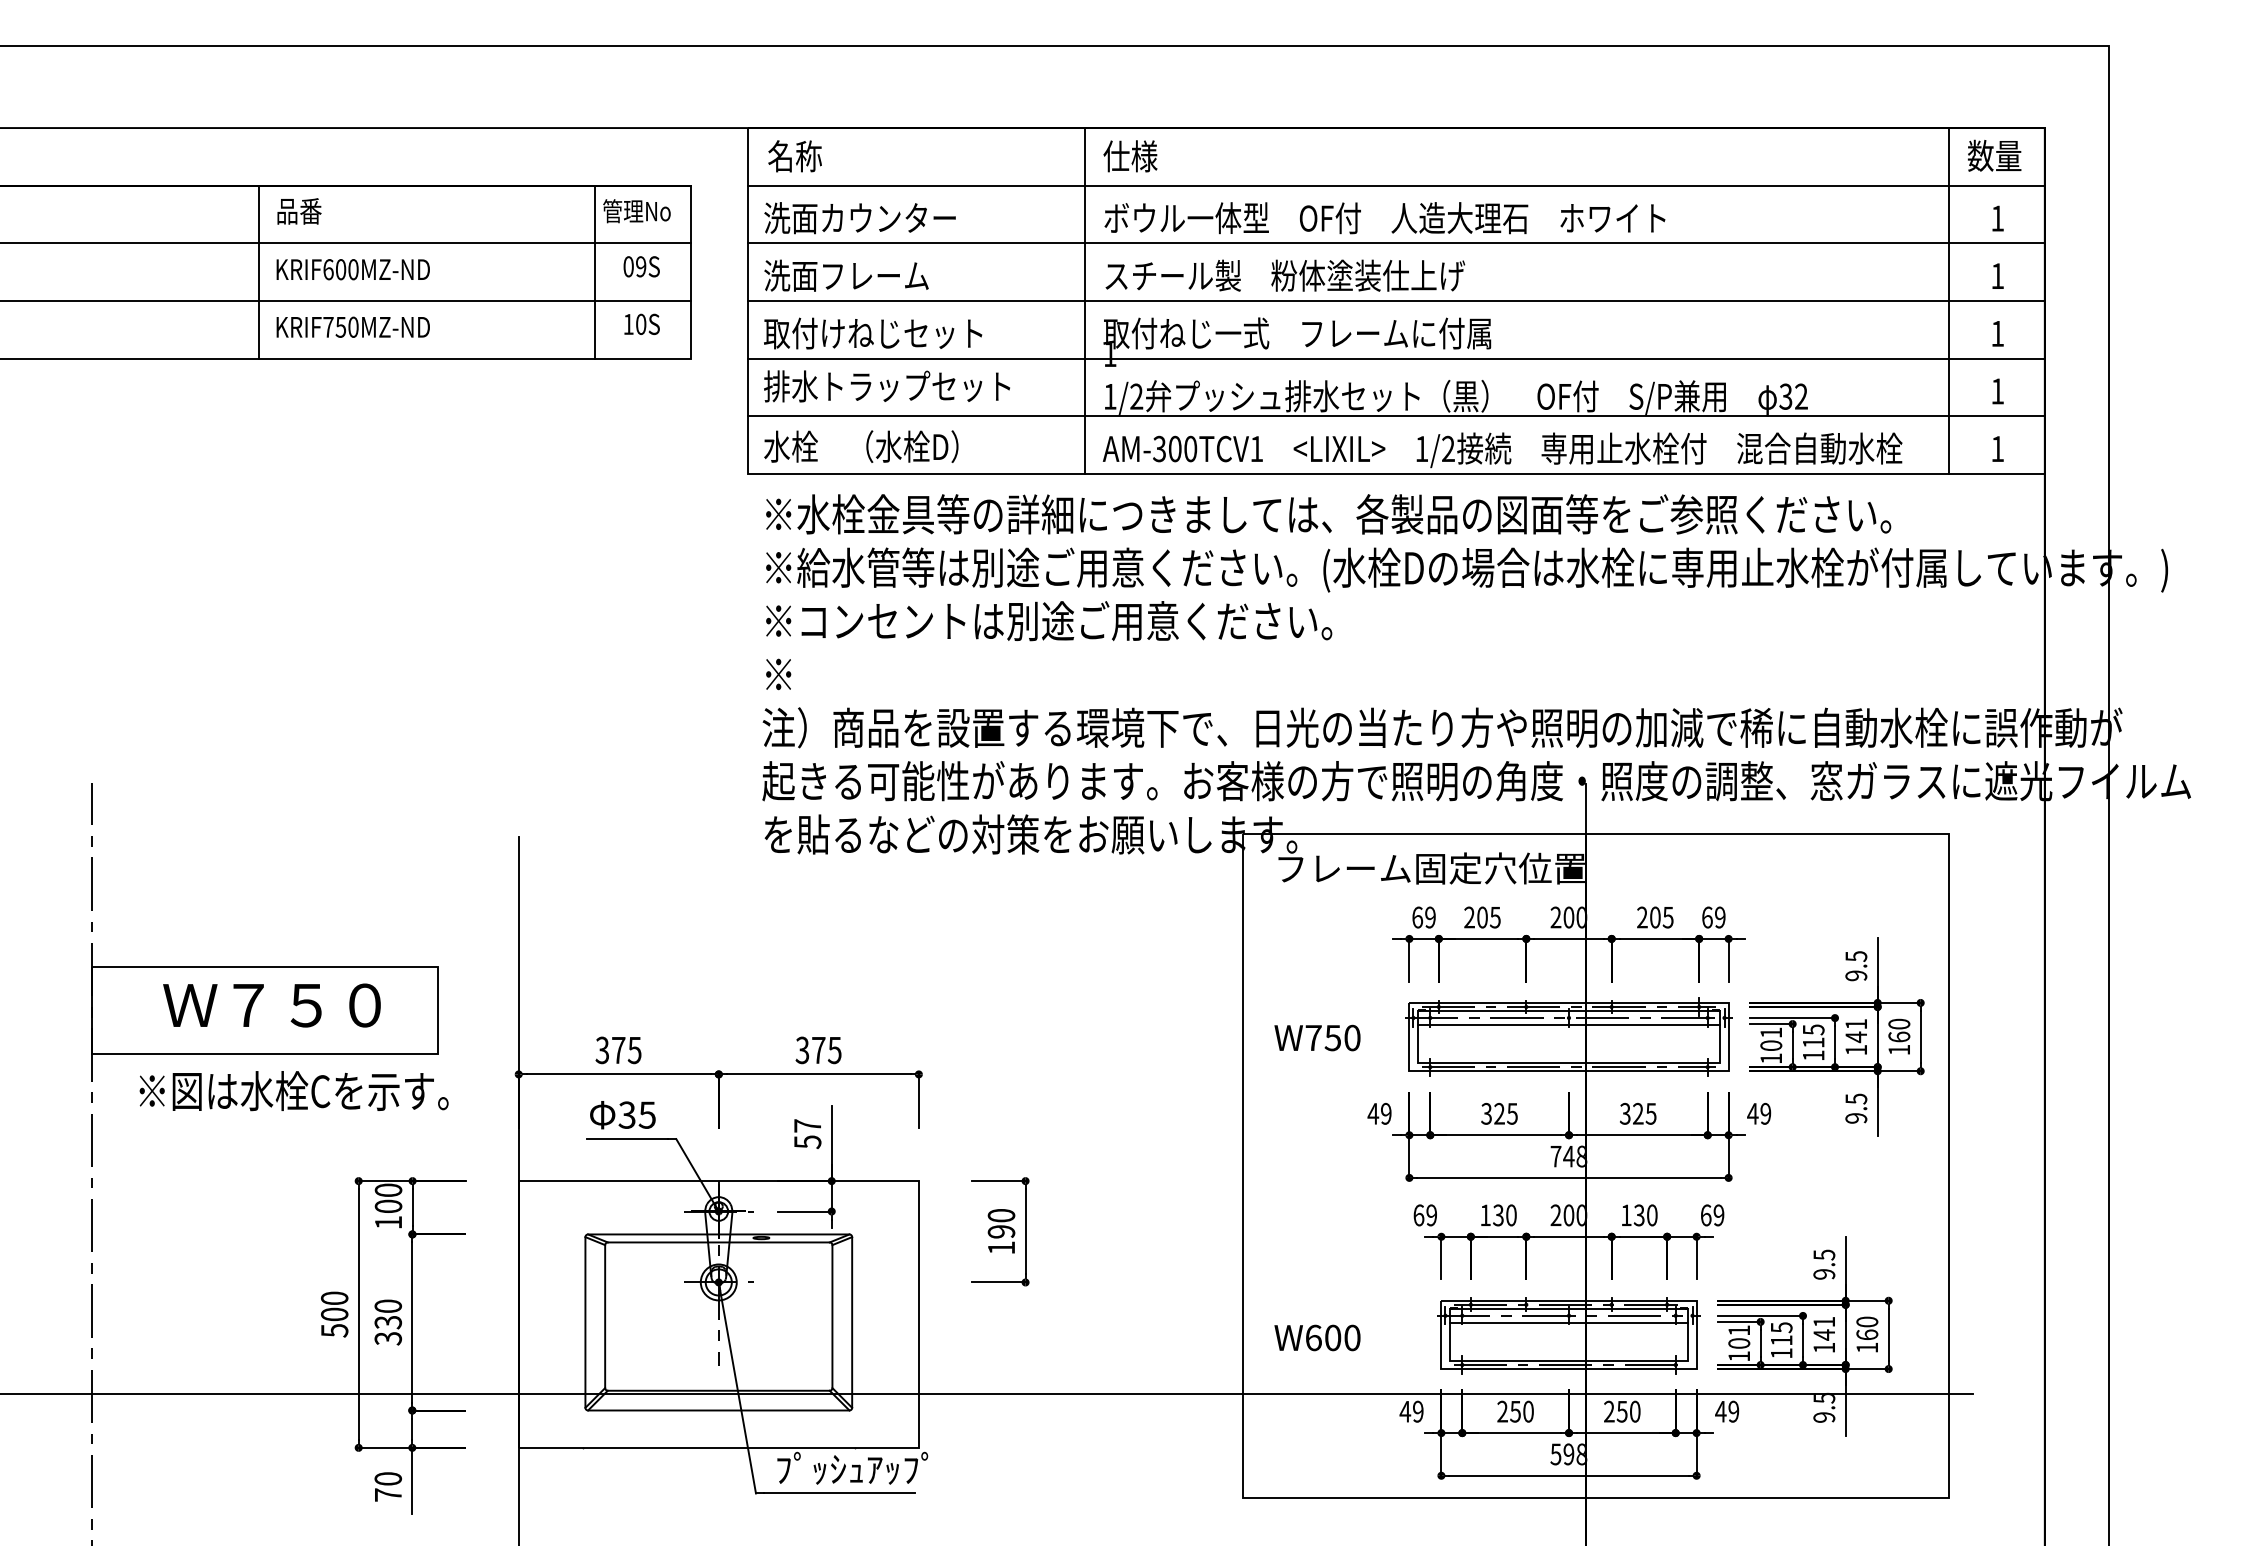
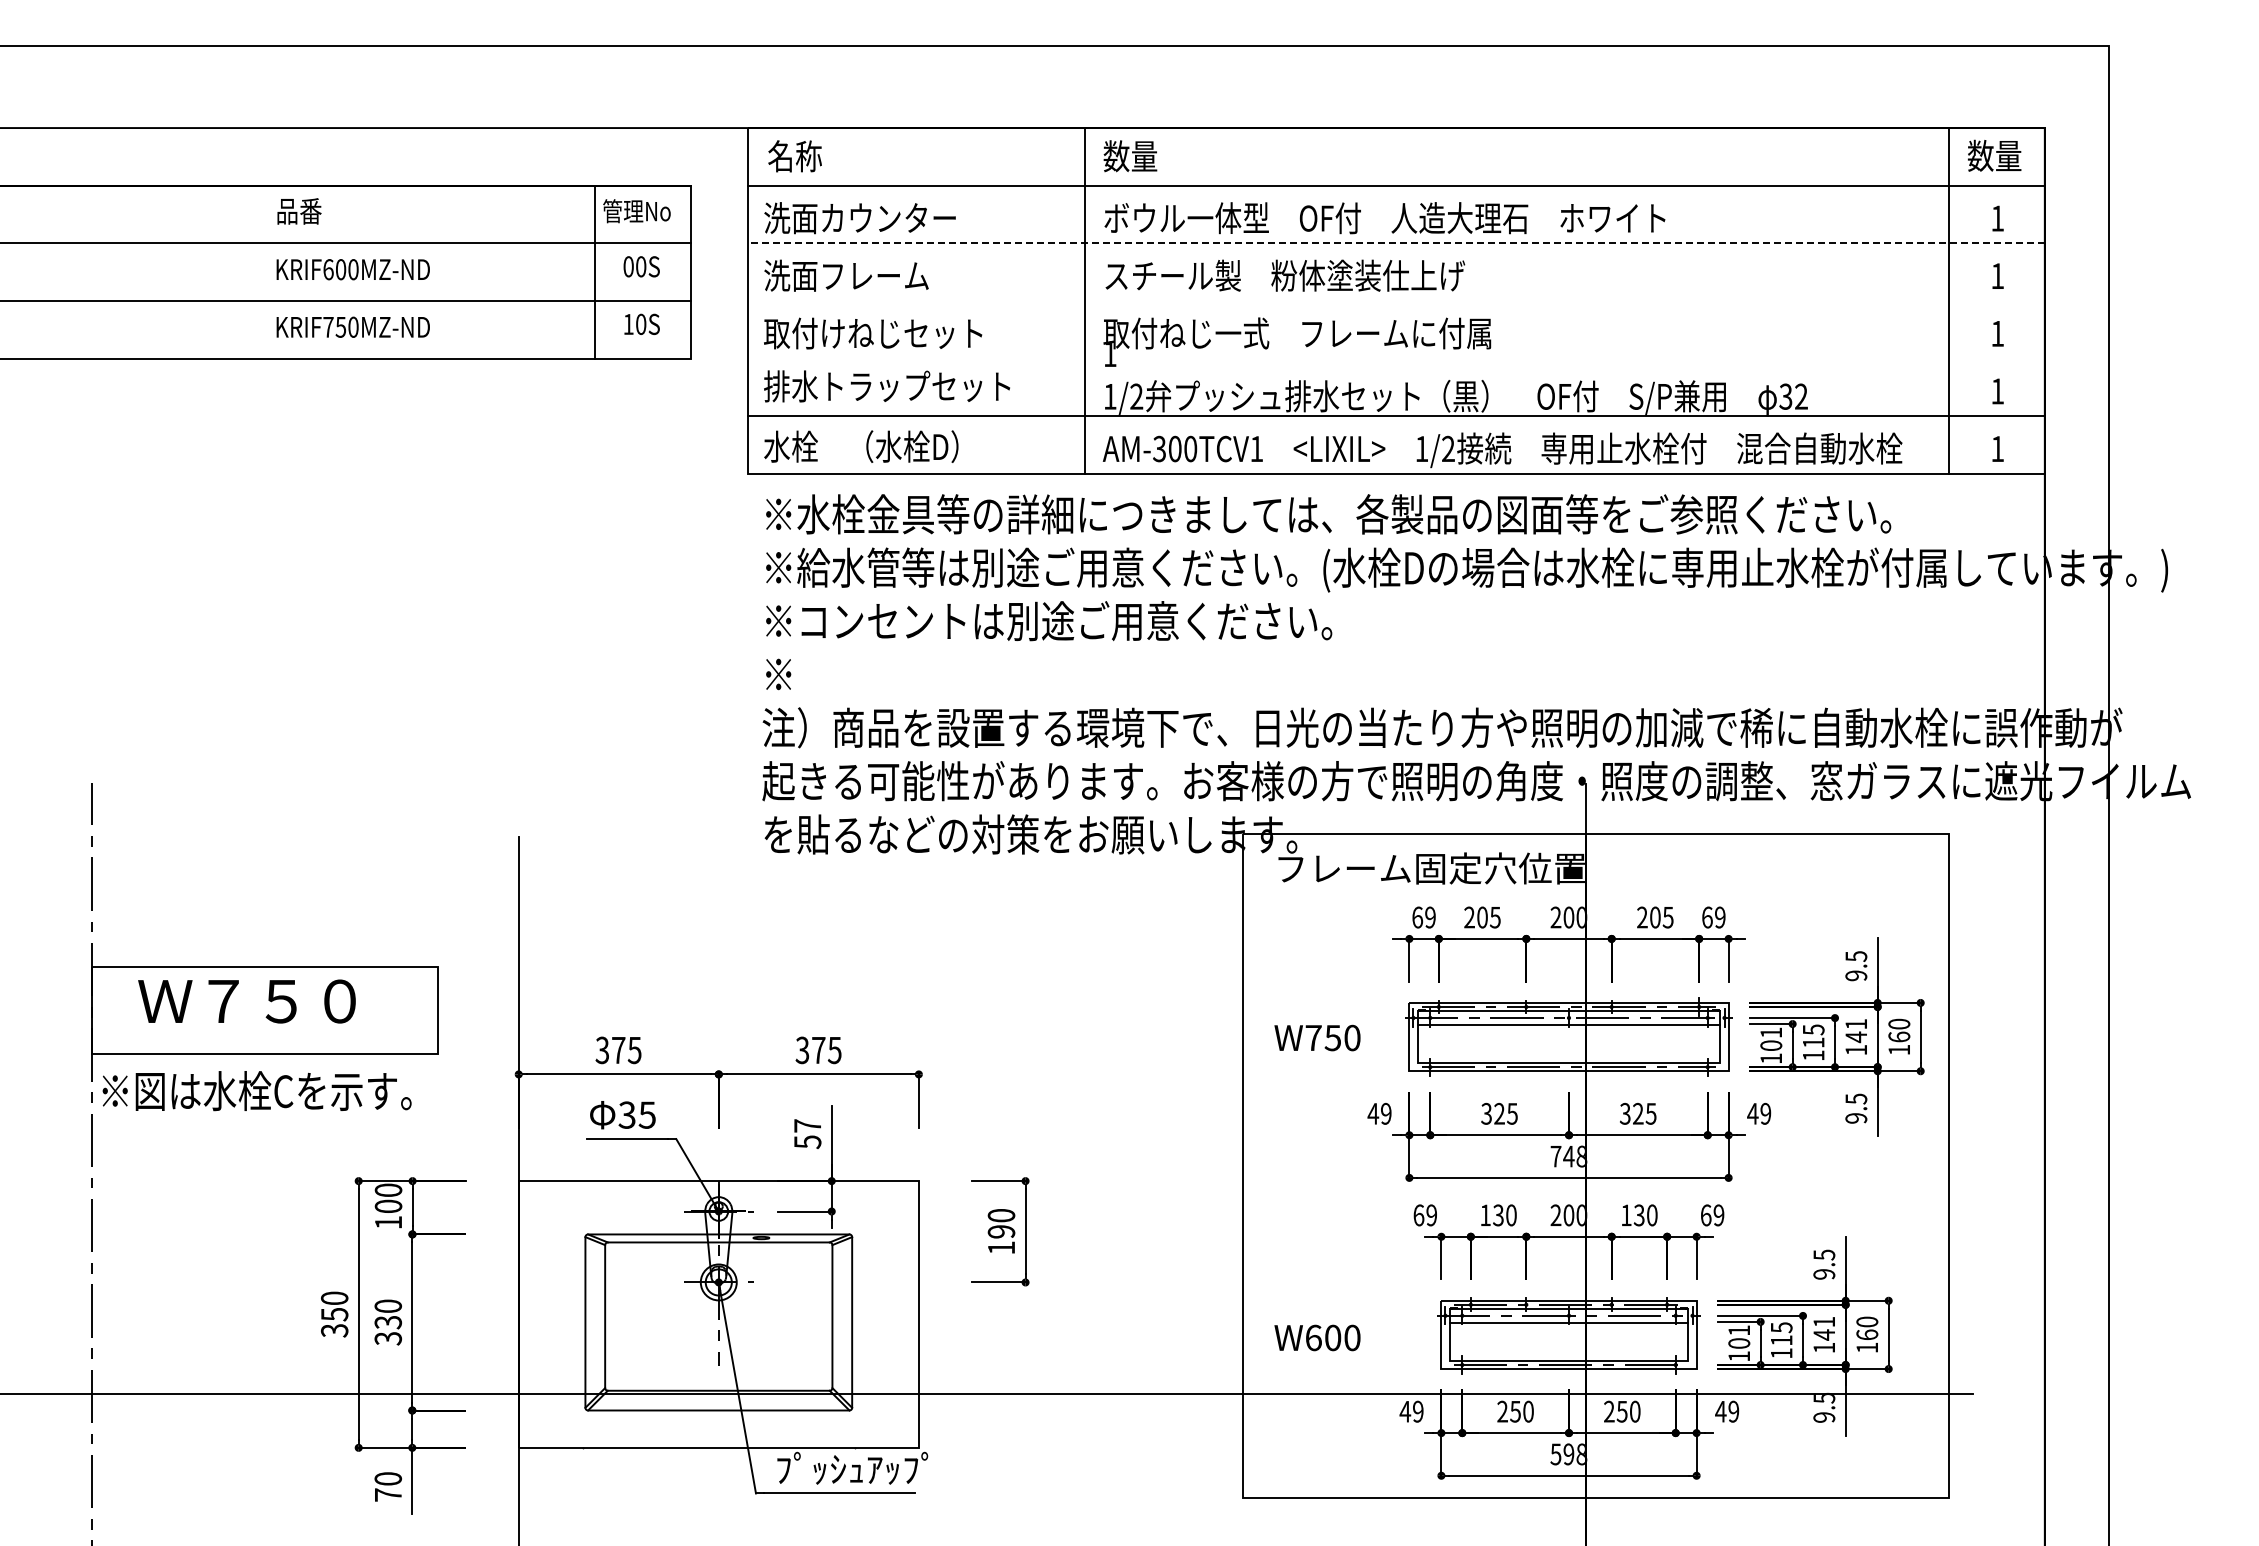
text at (1130, 156): 仕様 -> 数量
line at (1396, 243): solid -> dashed
text at (641, 266): 09S -> 00S
line at (258, 271): present -> none
line at (1396, 300): present -> none
line at (1396, 358): present -> none
text at (271, 1005) position: (271, 1005) -> (246, 1001)
text at (293, 1091) position: (293, 1091) -> (256, 1091)
text at (334, 1322): 500 -> 350
